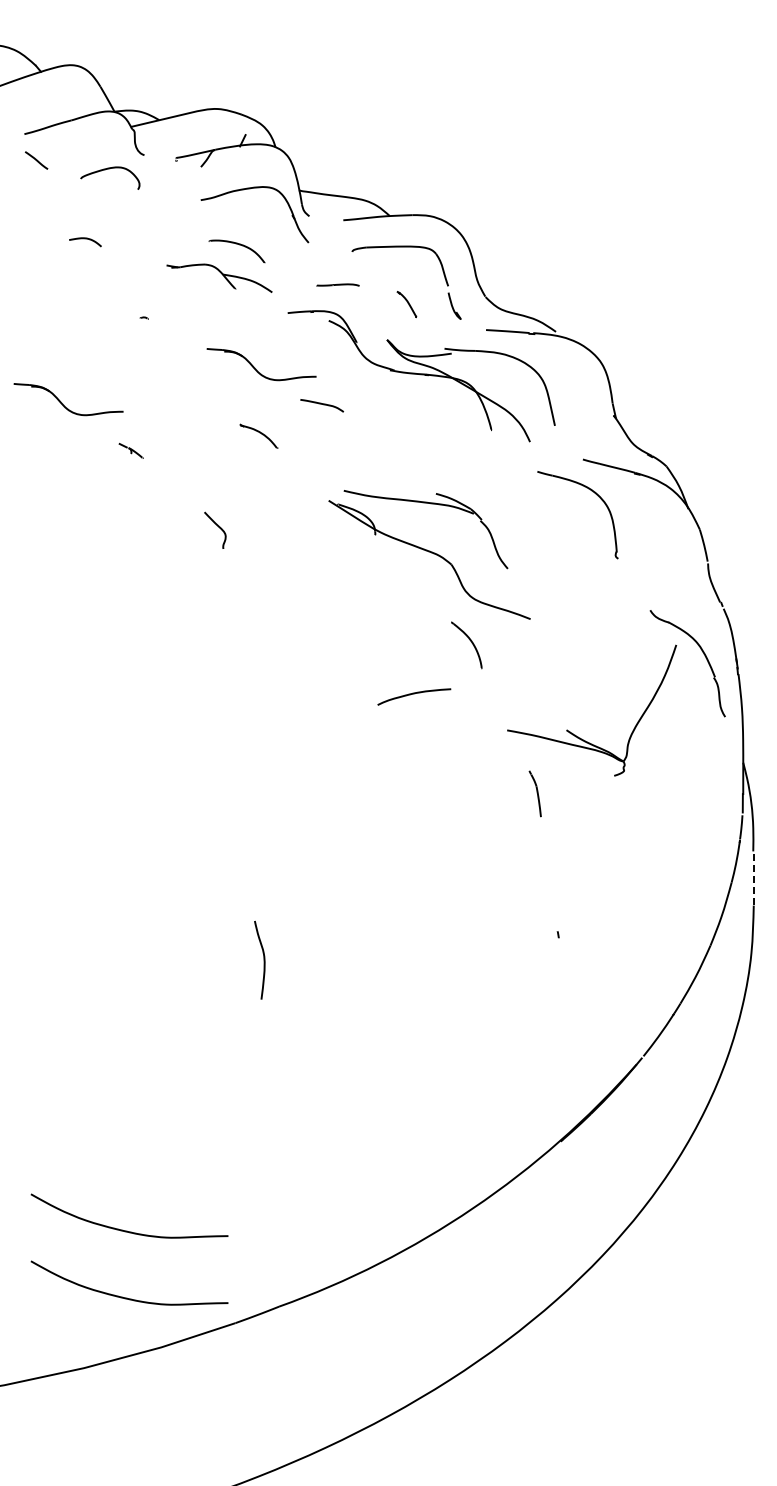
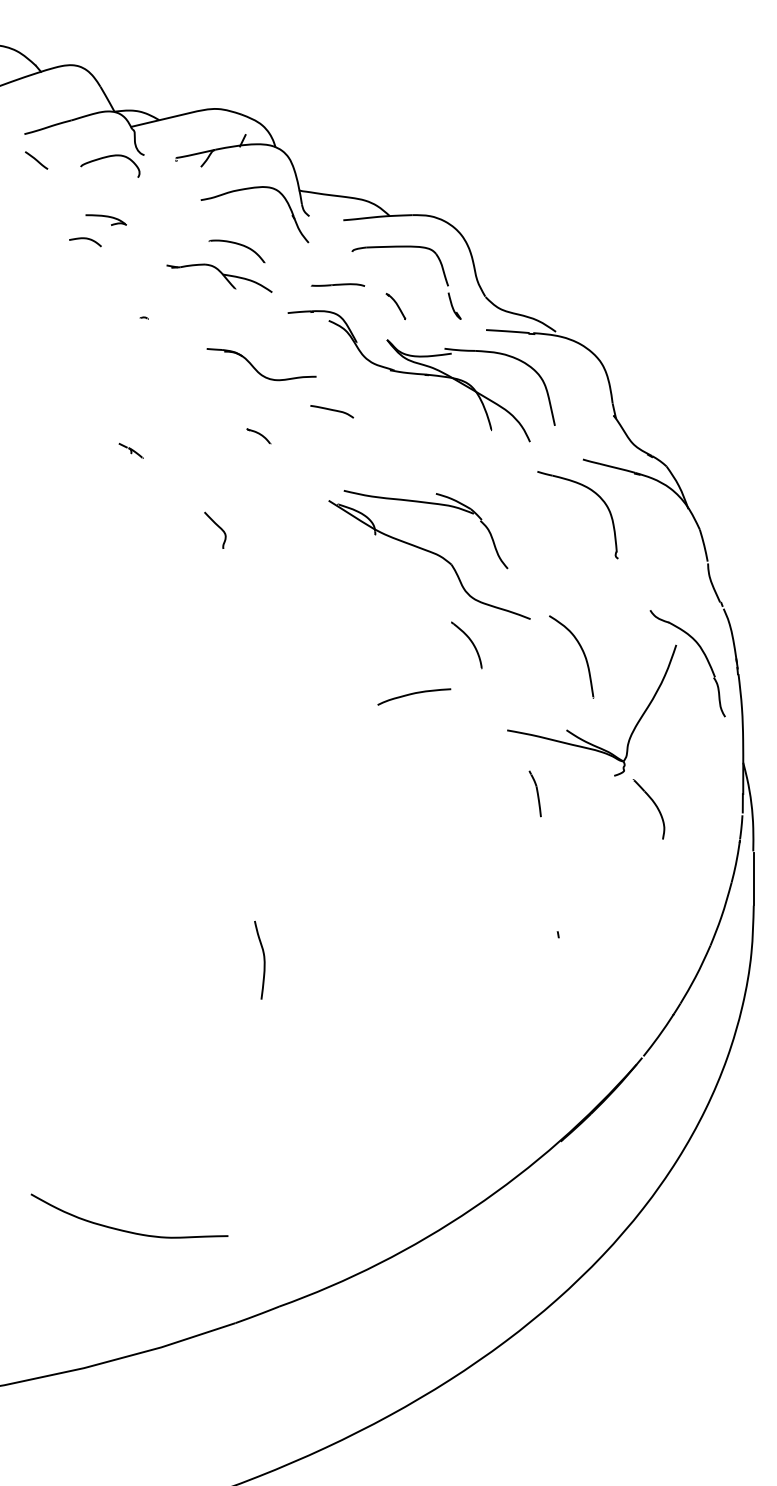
curve at (109, 169) position: (109, 169) -> (109, 157)
part at (105, 219): none -> present
part at (337, 284) size: 44x4 px -> 56x4 px
part at (406, 304) position: (406, 304) -> (395, 306)
part at (62, 402): present -> none
curve at (322, 404) position: (322, 404) -> (332, 410)
part at (258, 435) size: 40x26 px -> 26x17 px
curve at (581, 650): none -> present
part at (655, 806): none -> present
line at (754, 878): dashed -> solid
curve at (127, 1297): present -> none
